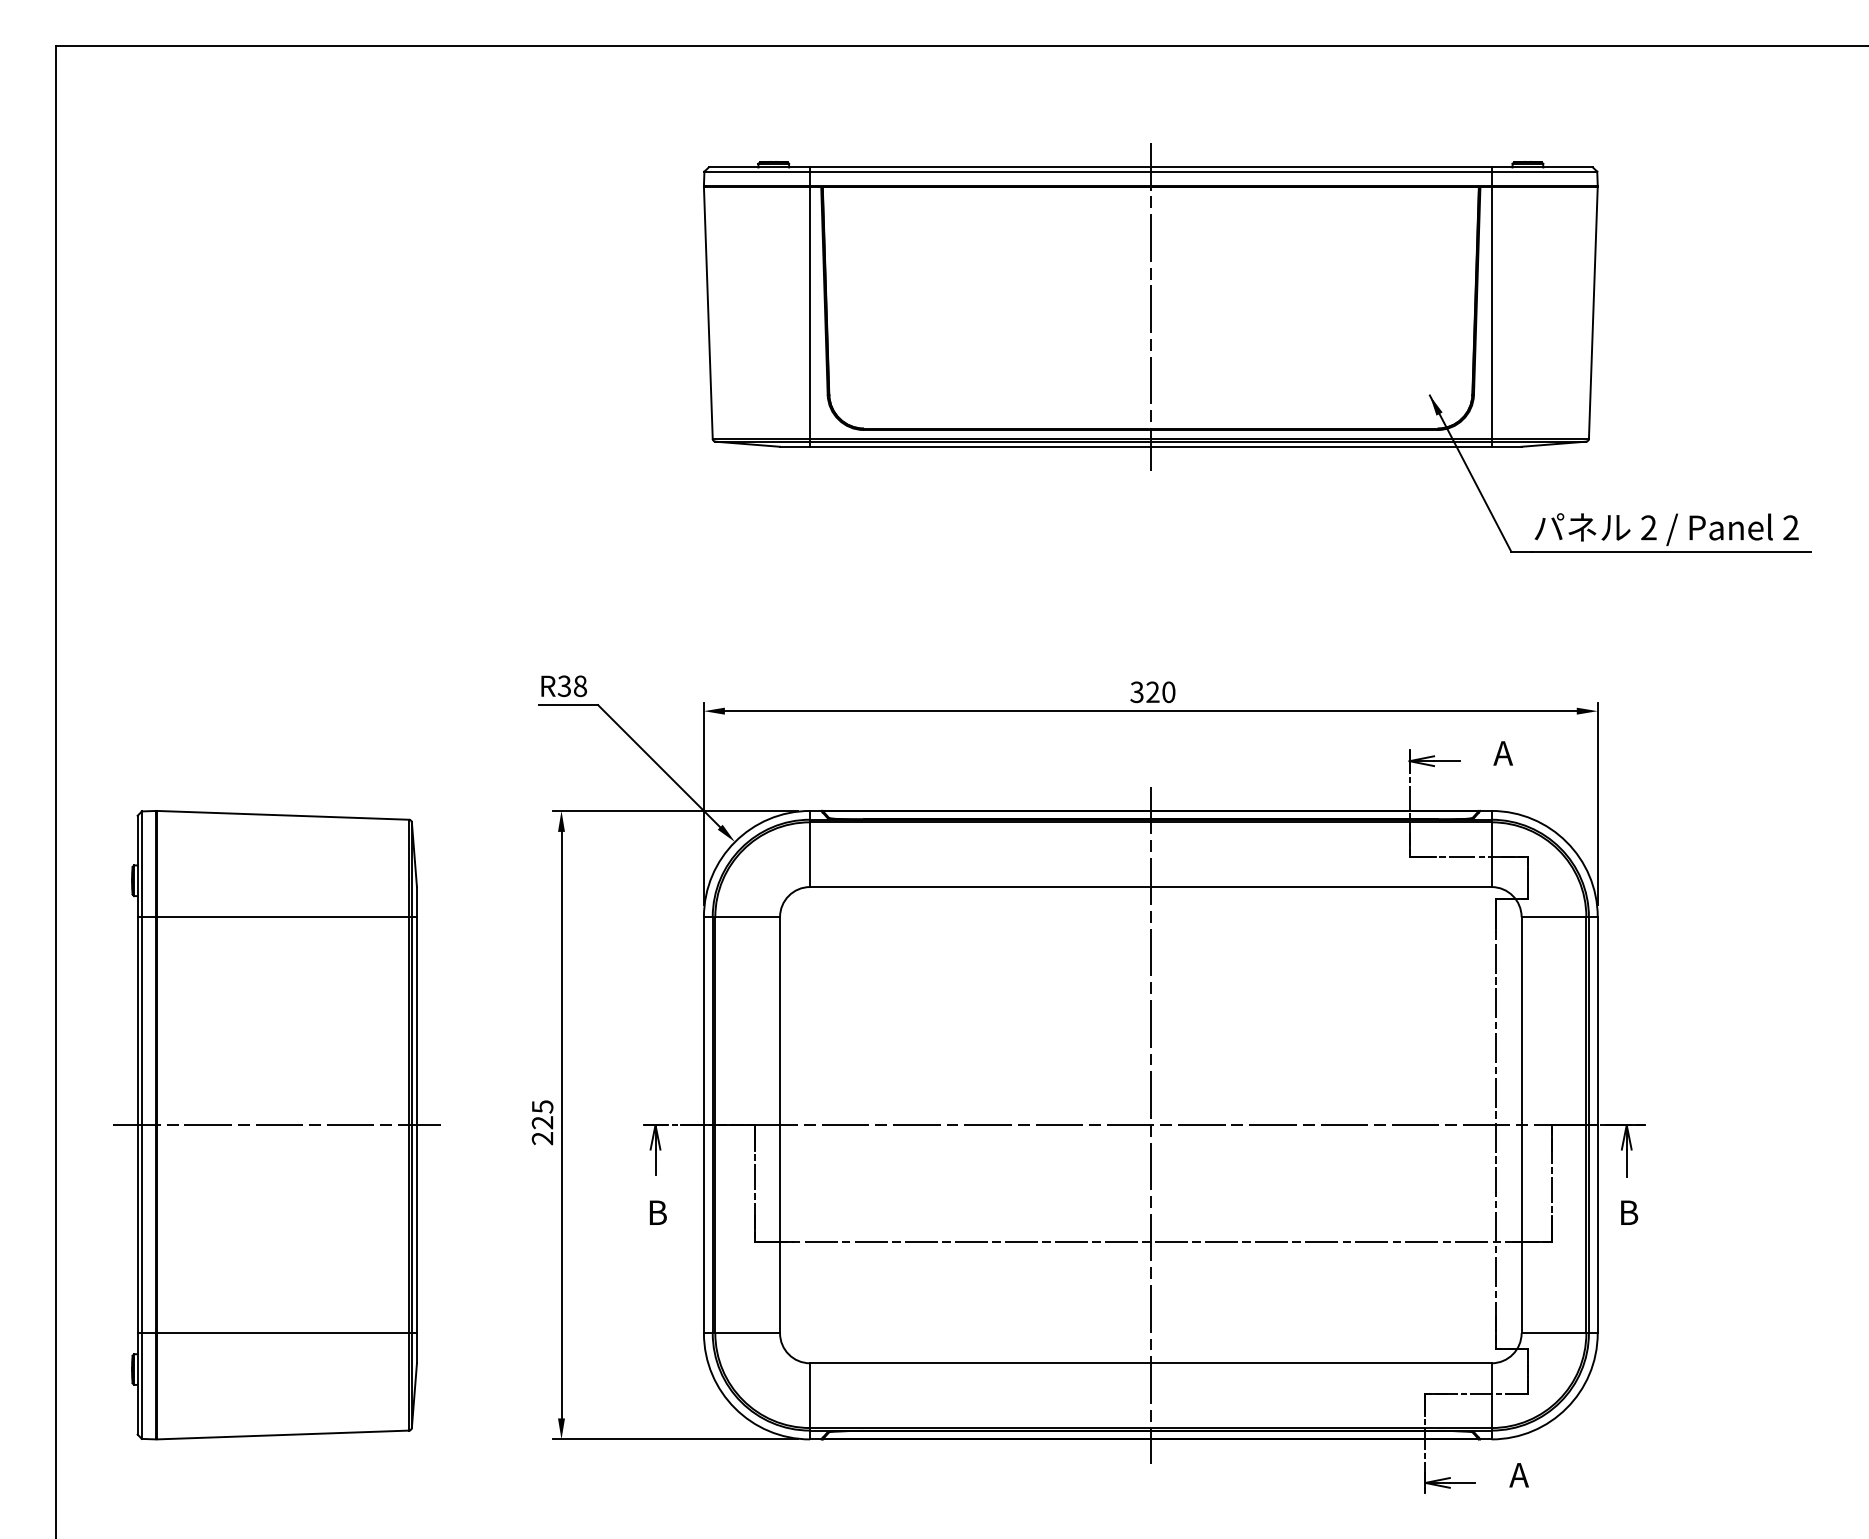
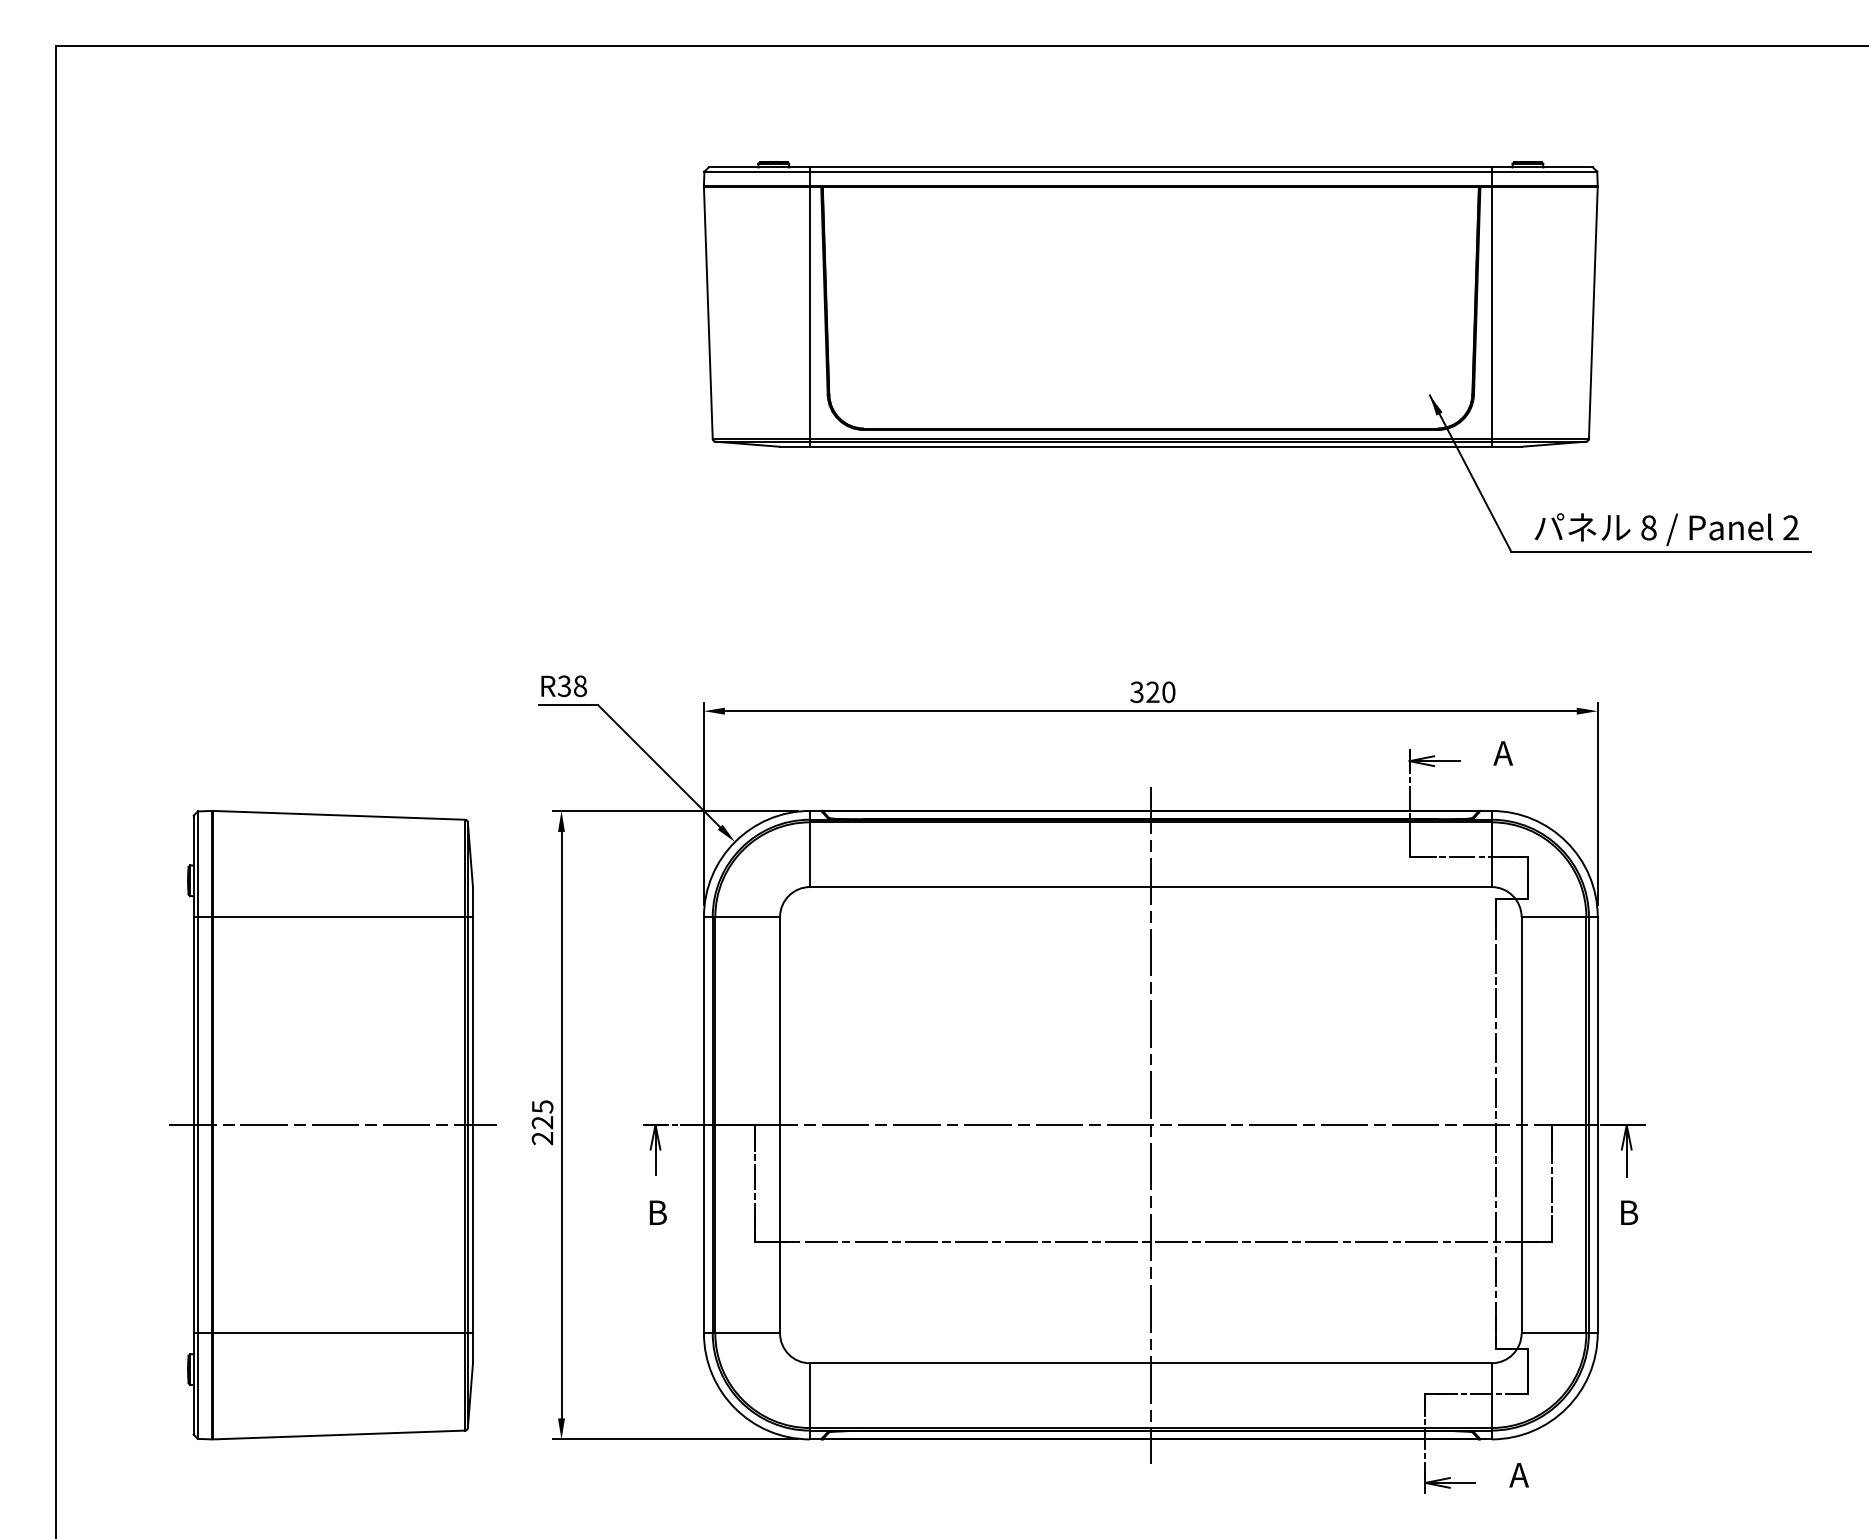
line at (1150, 307): present -> none
text at (1648, 527): 2 -> 8
part at (276, 1125) position: (276, 1125) -> (332, 1125)
